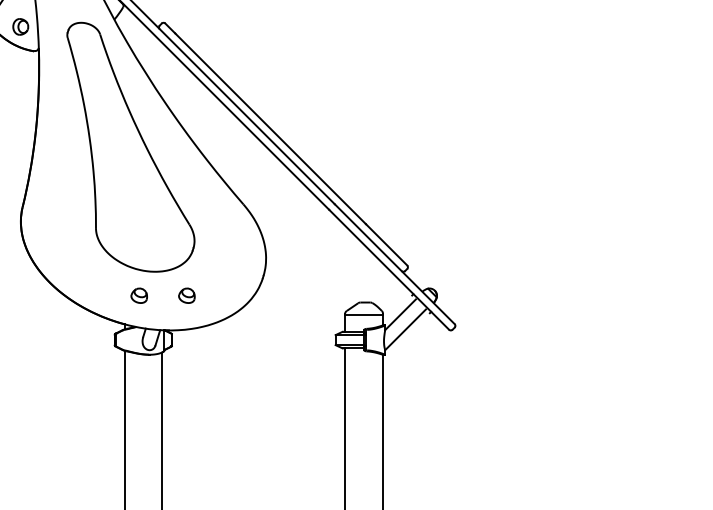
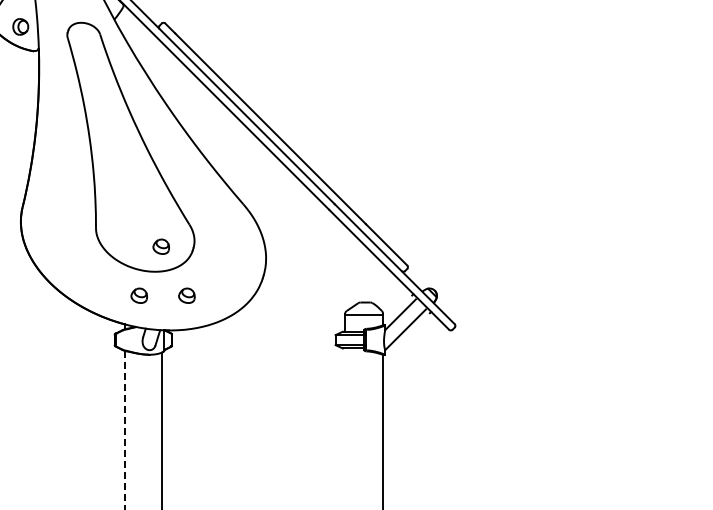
part at (160, 246): none -> present
line at (345, 427): present -> none
line at (124, 430): solid -> dashed
